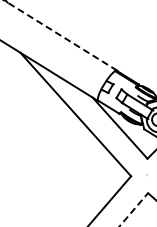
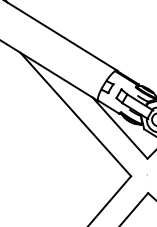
line at (60, 35): dashed -> solid
line at (133, 209): dashed -> solid
